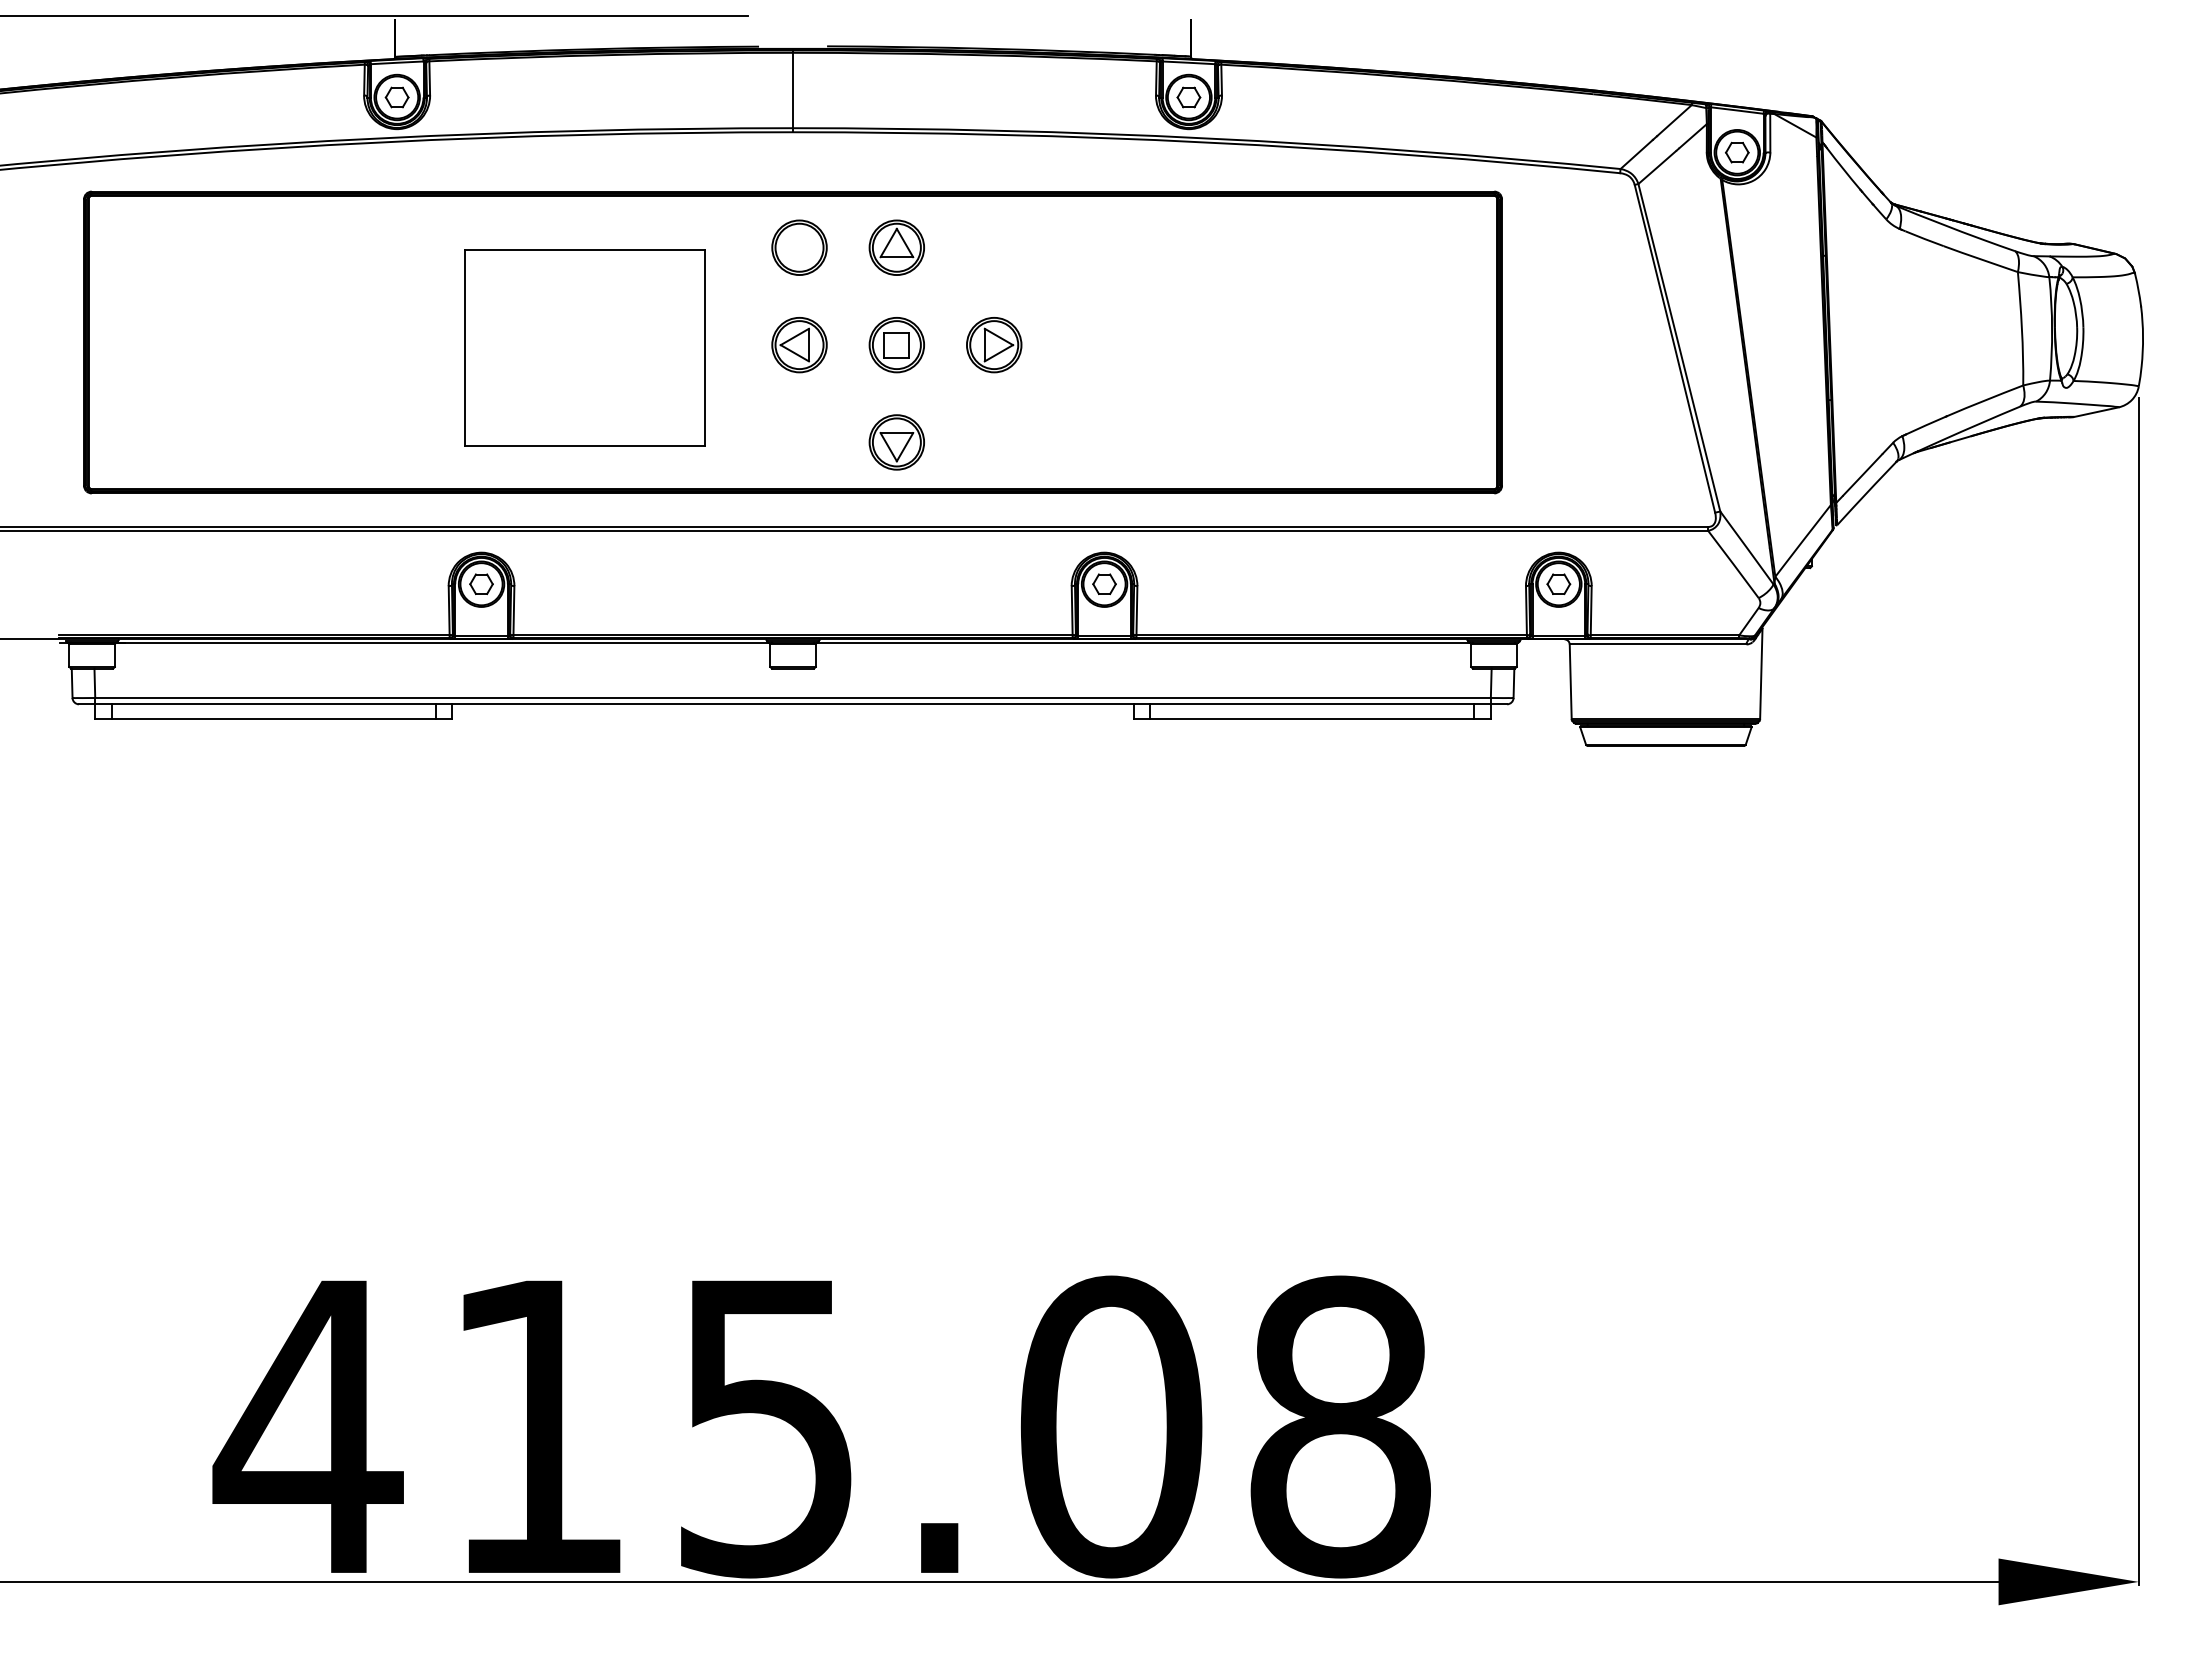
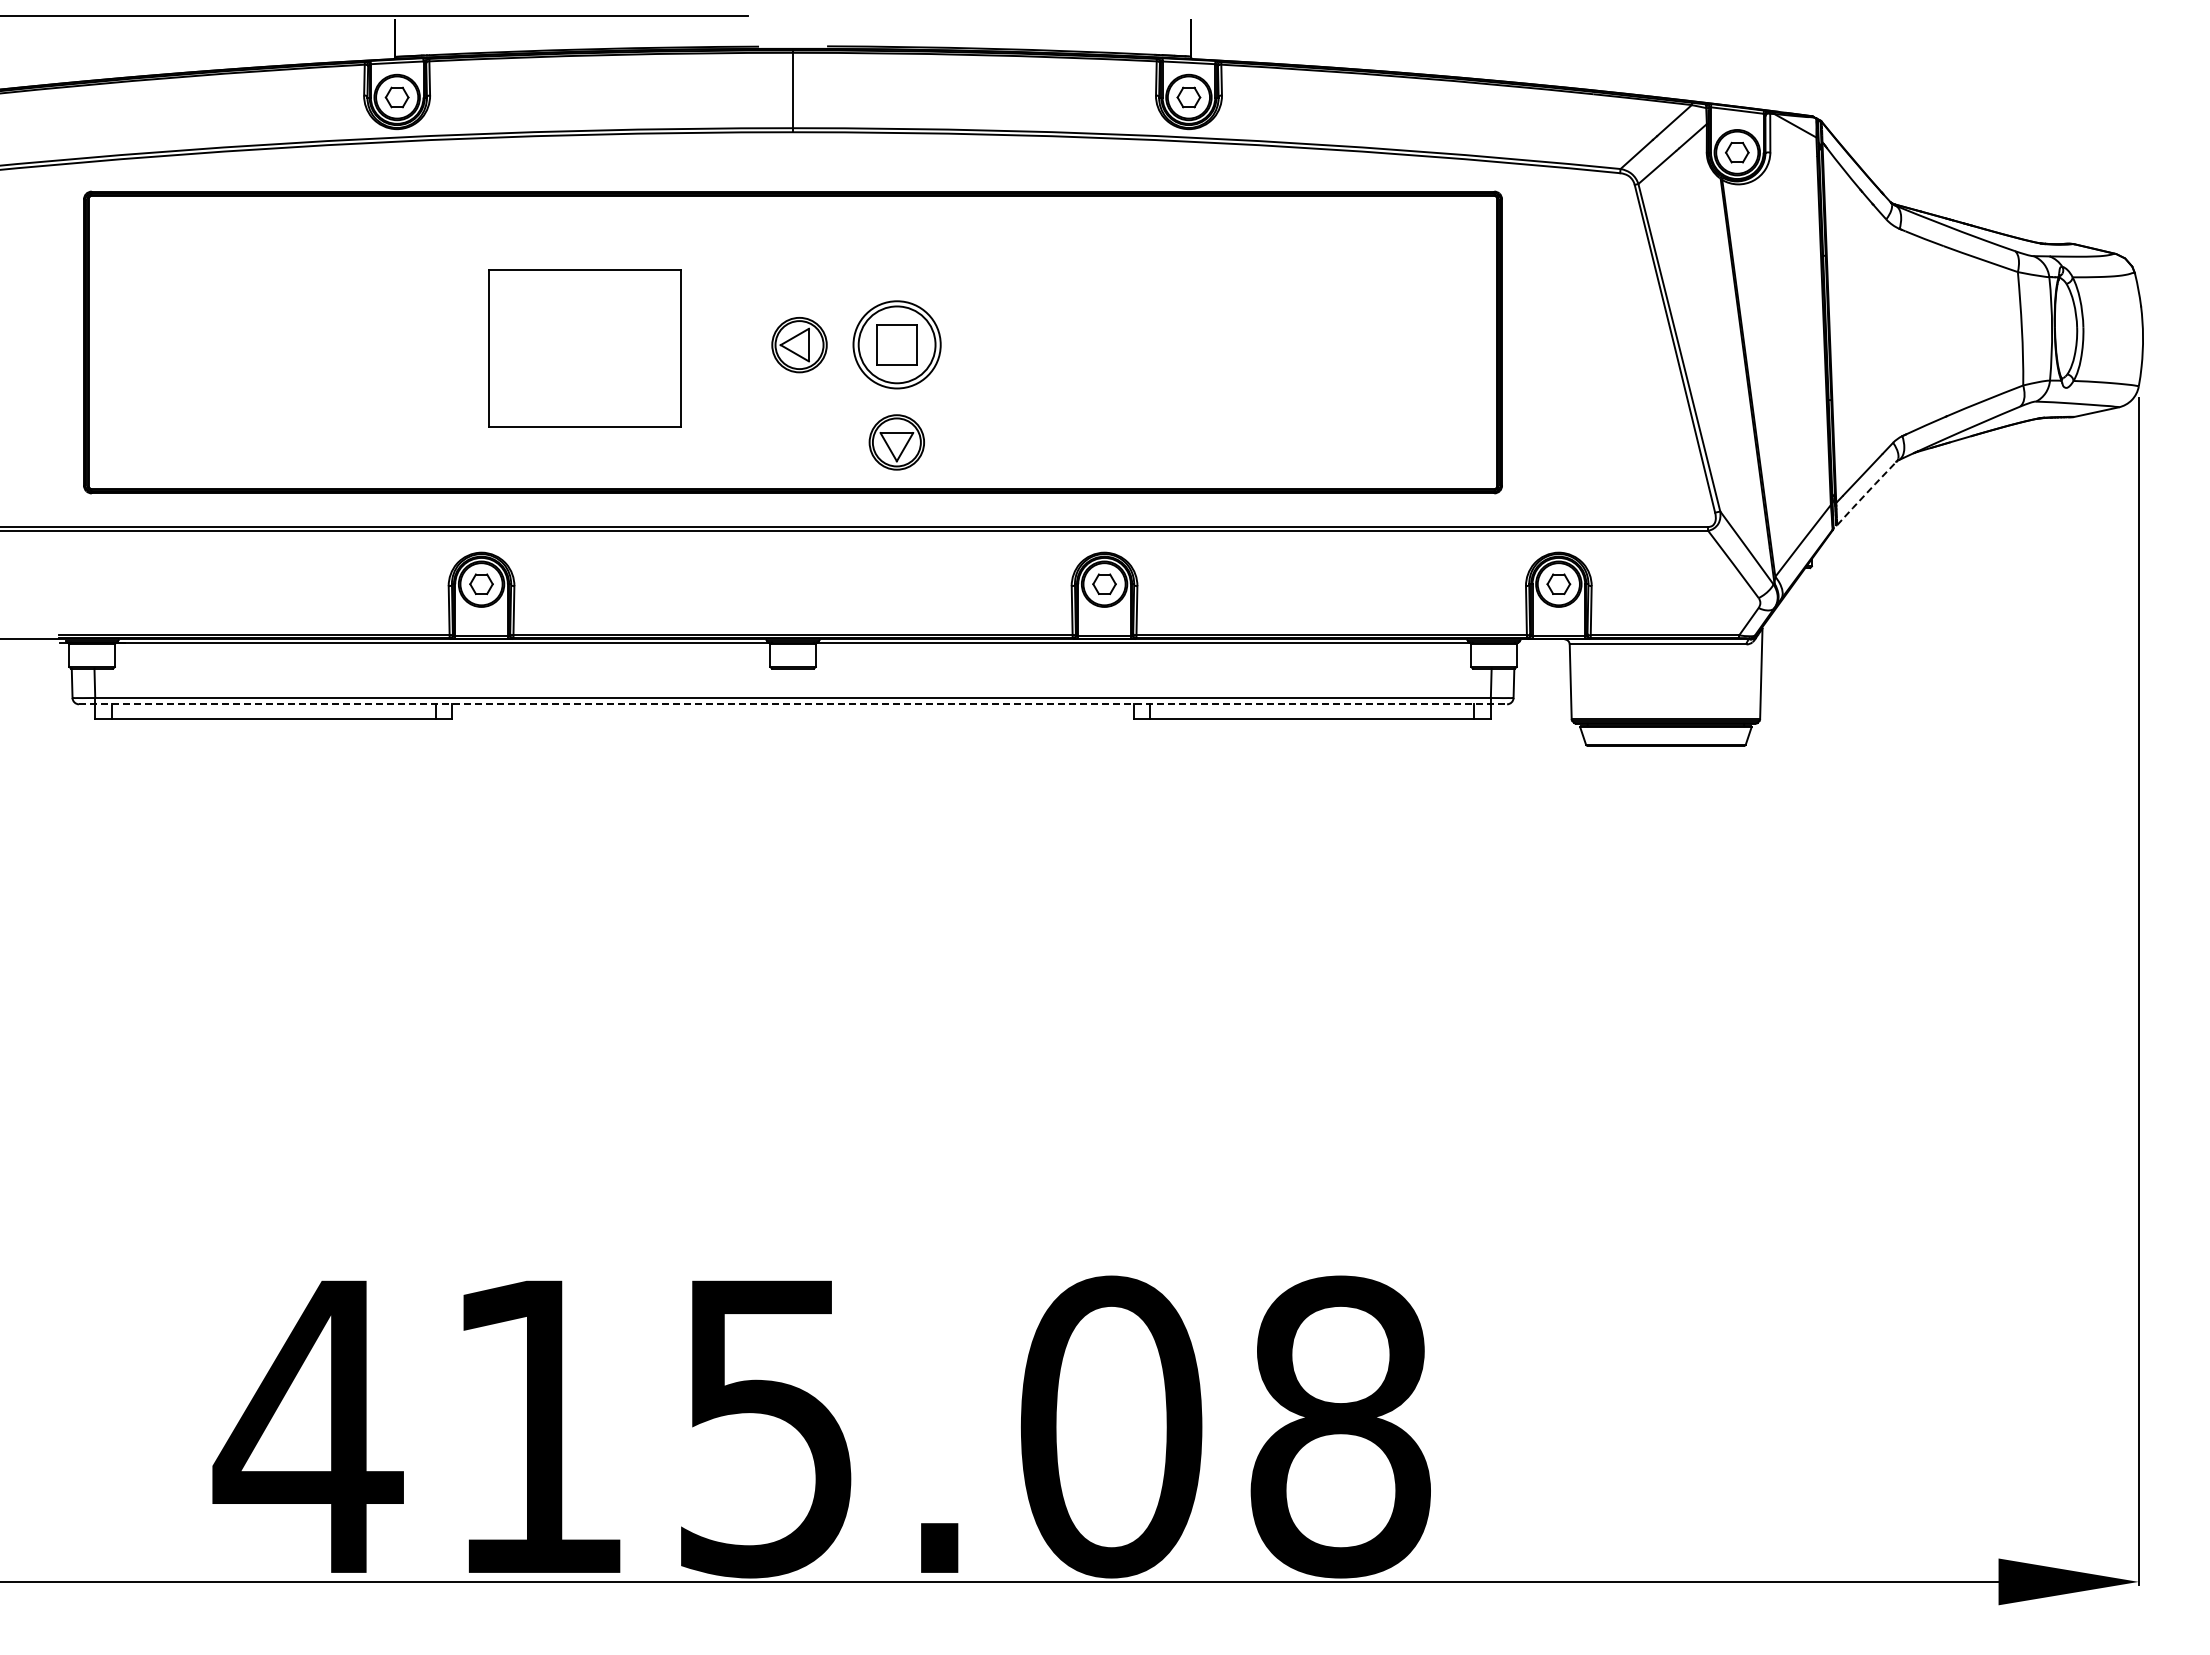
part at (799, 247): present -> none
part at (896, 247): present -> none
part at (896, 345) size: 57x57 px -> 90x90 px
part at (994, 345): present -> none
part at (584, 347) size: 242x198 px -> 194x159 px
line at (1866, 493): solid -> dashed
line at (793, 704): solid -> dashed
